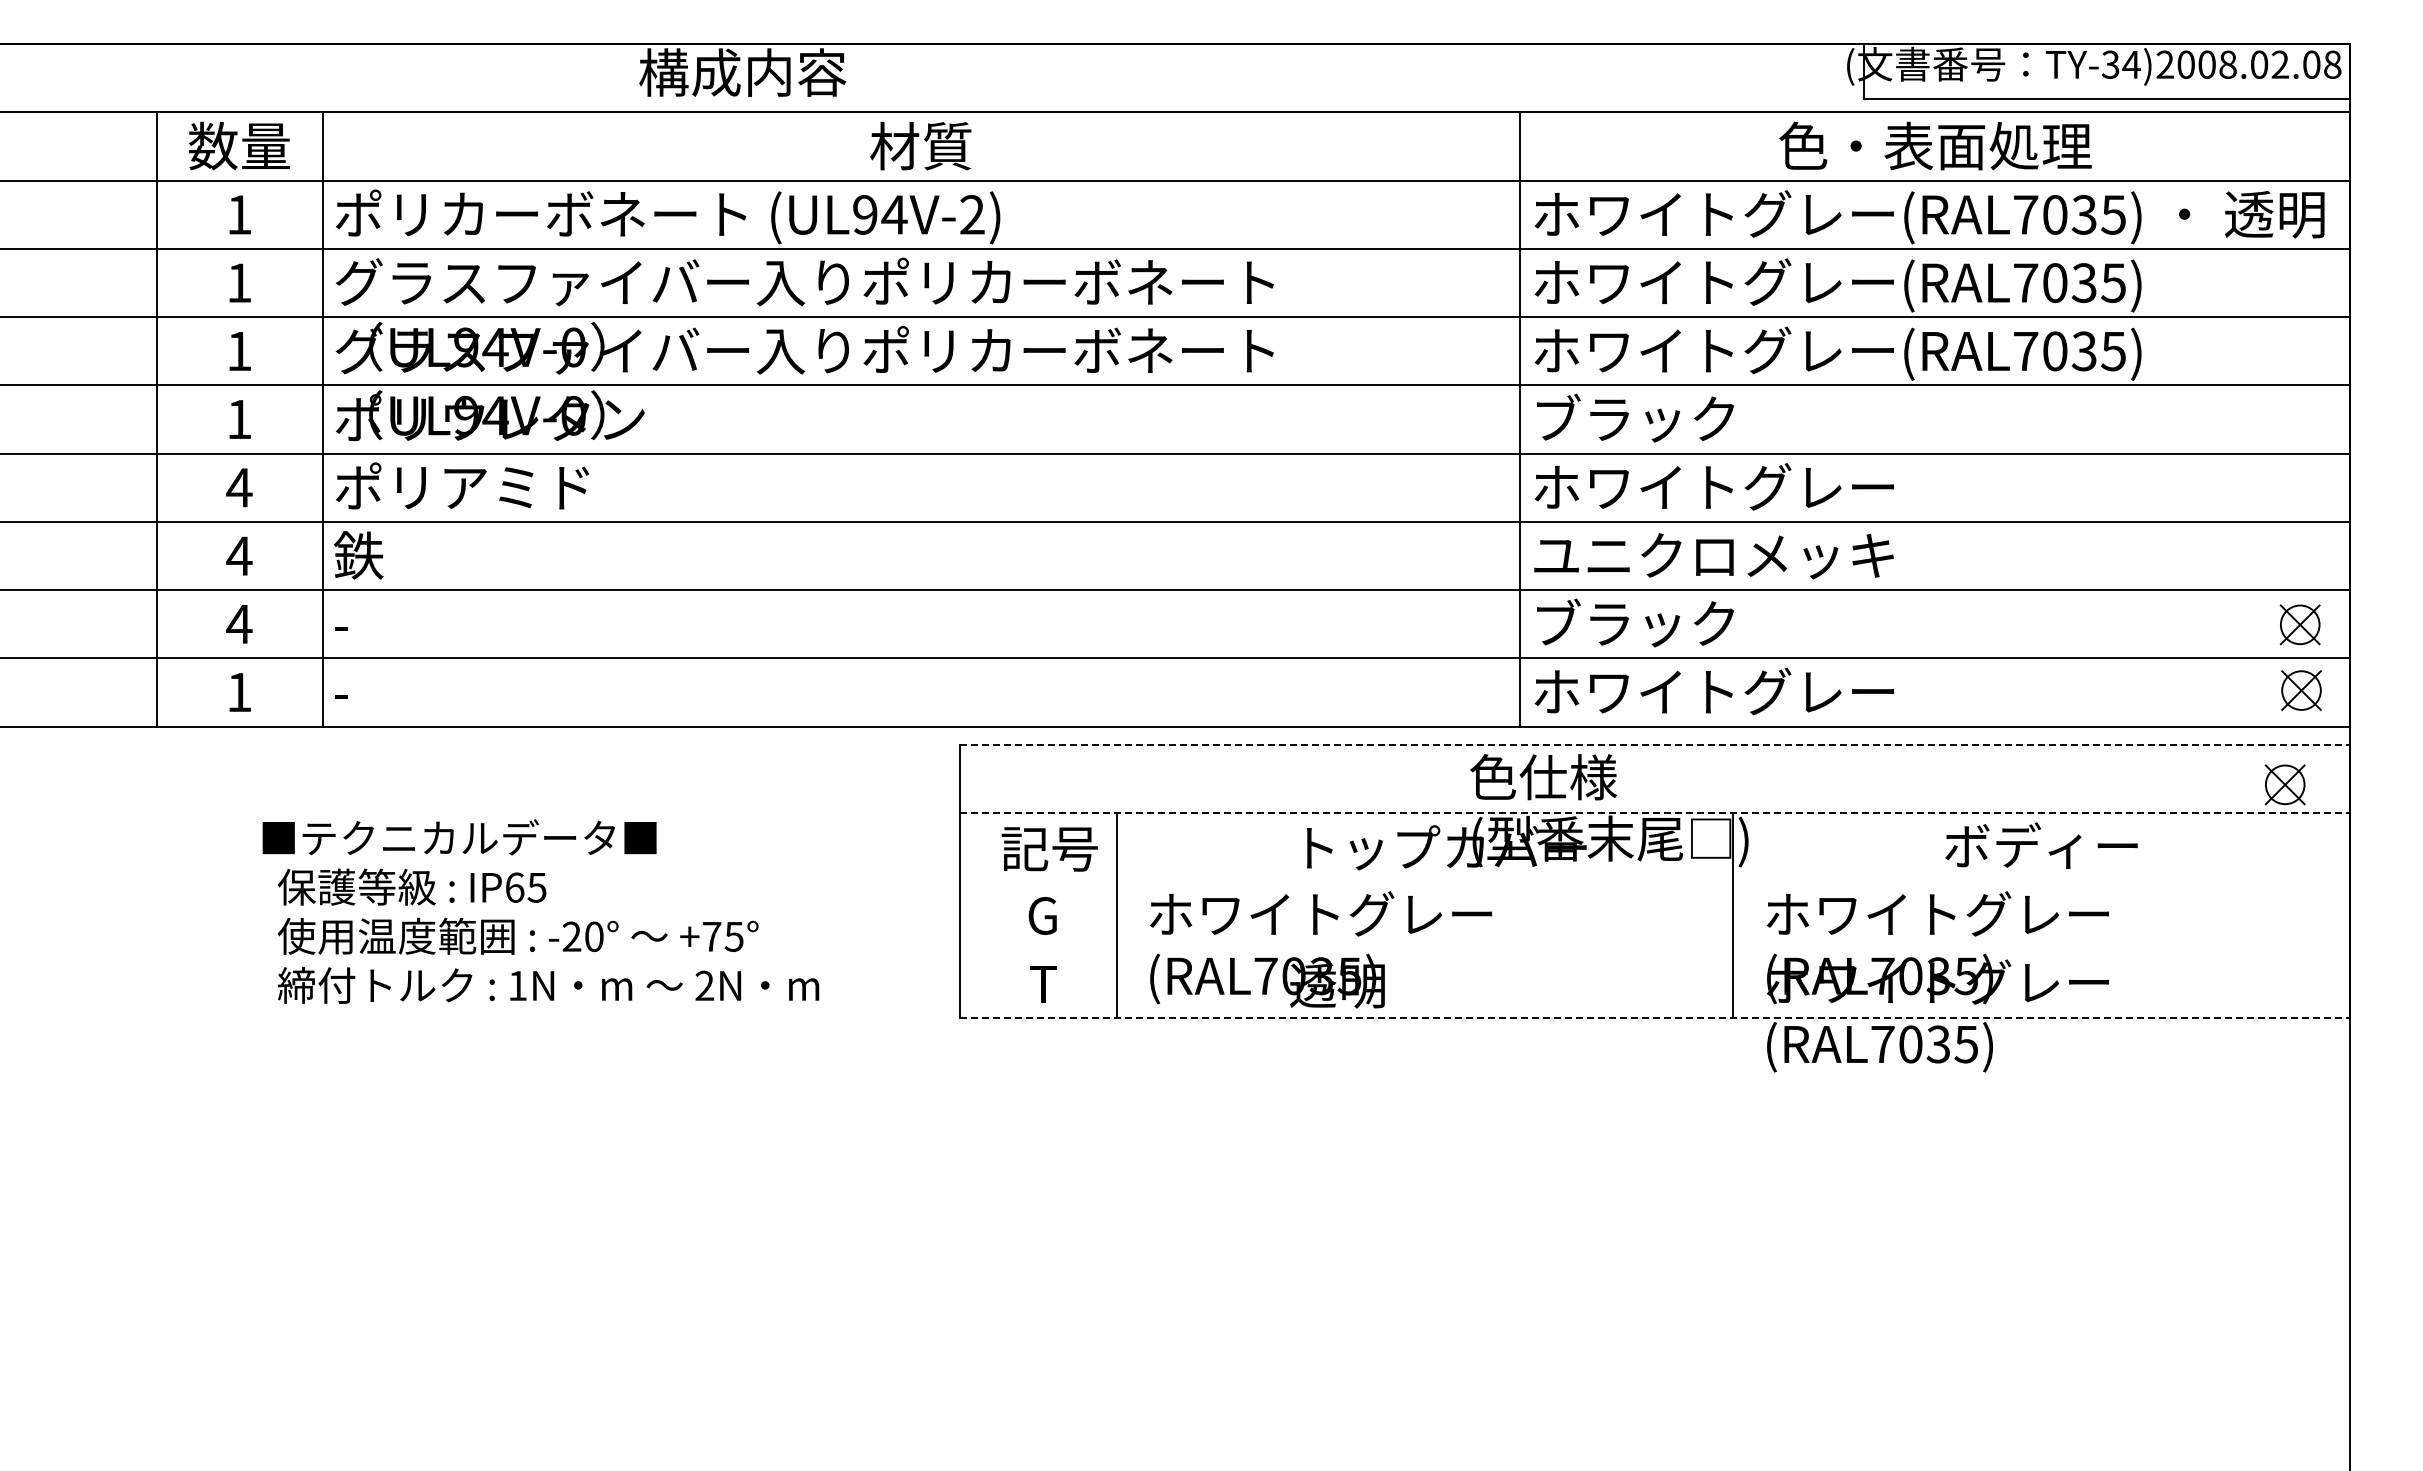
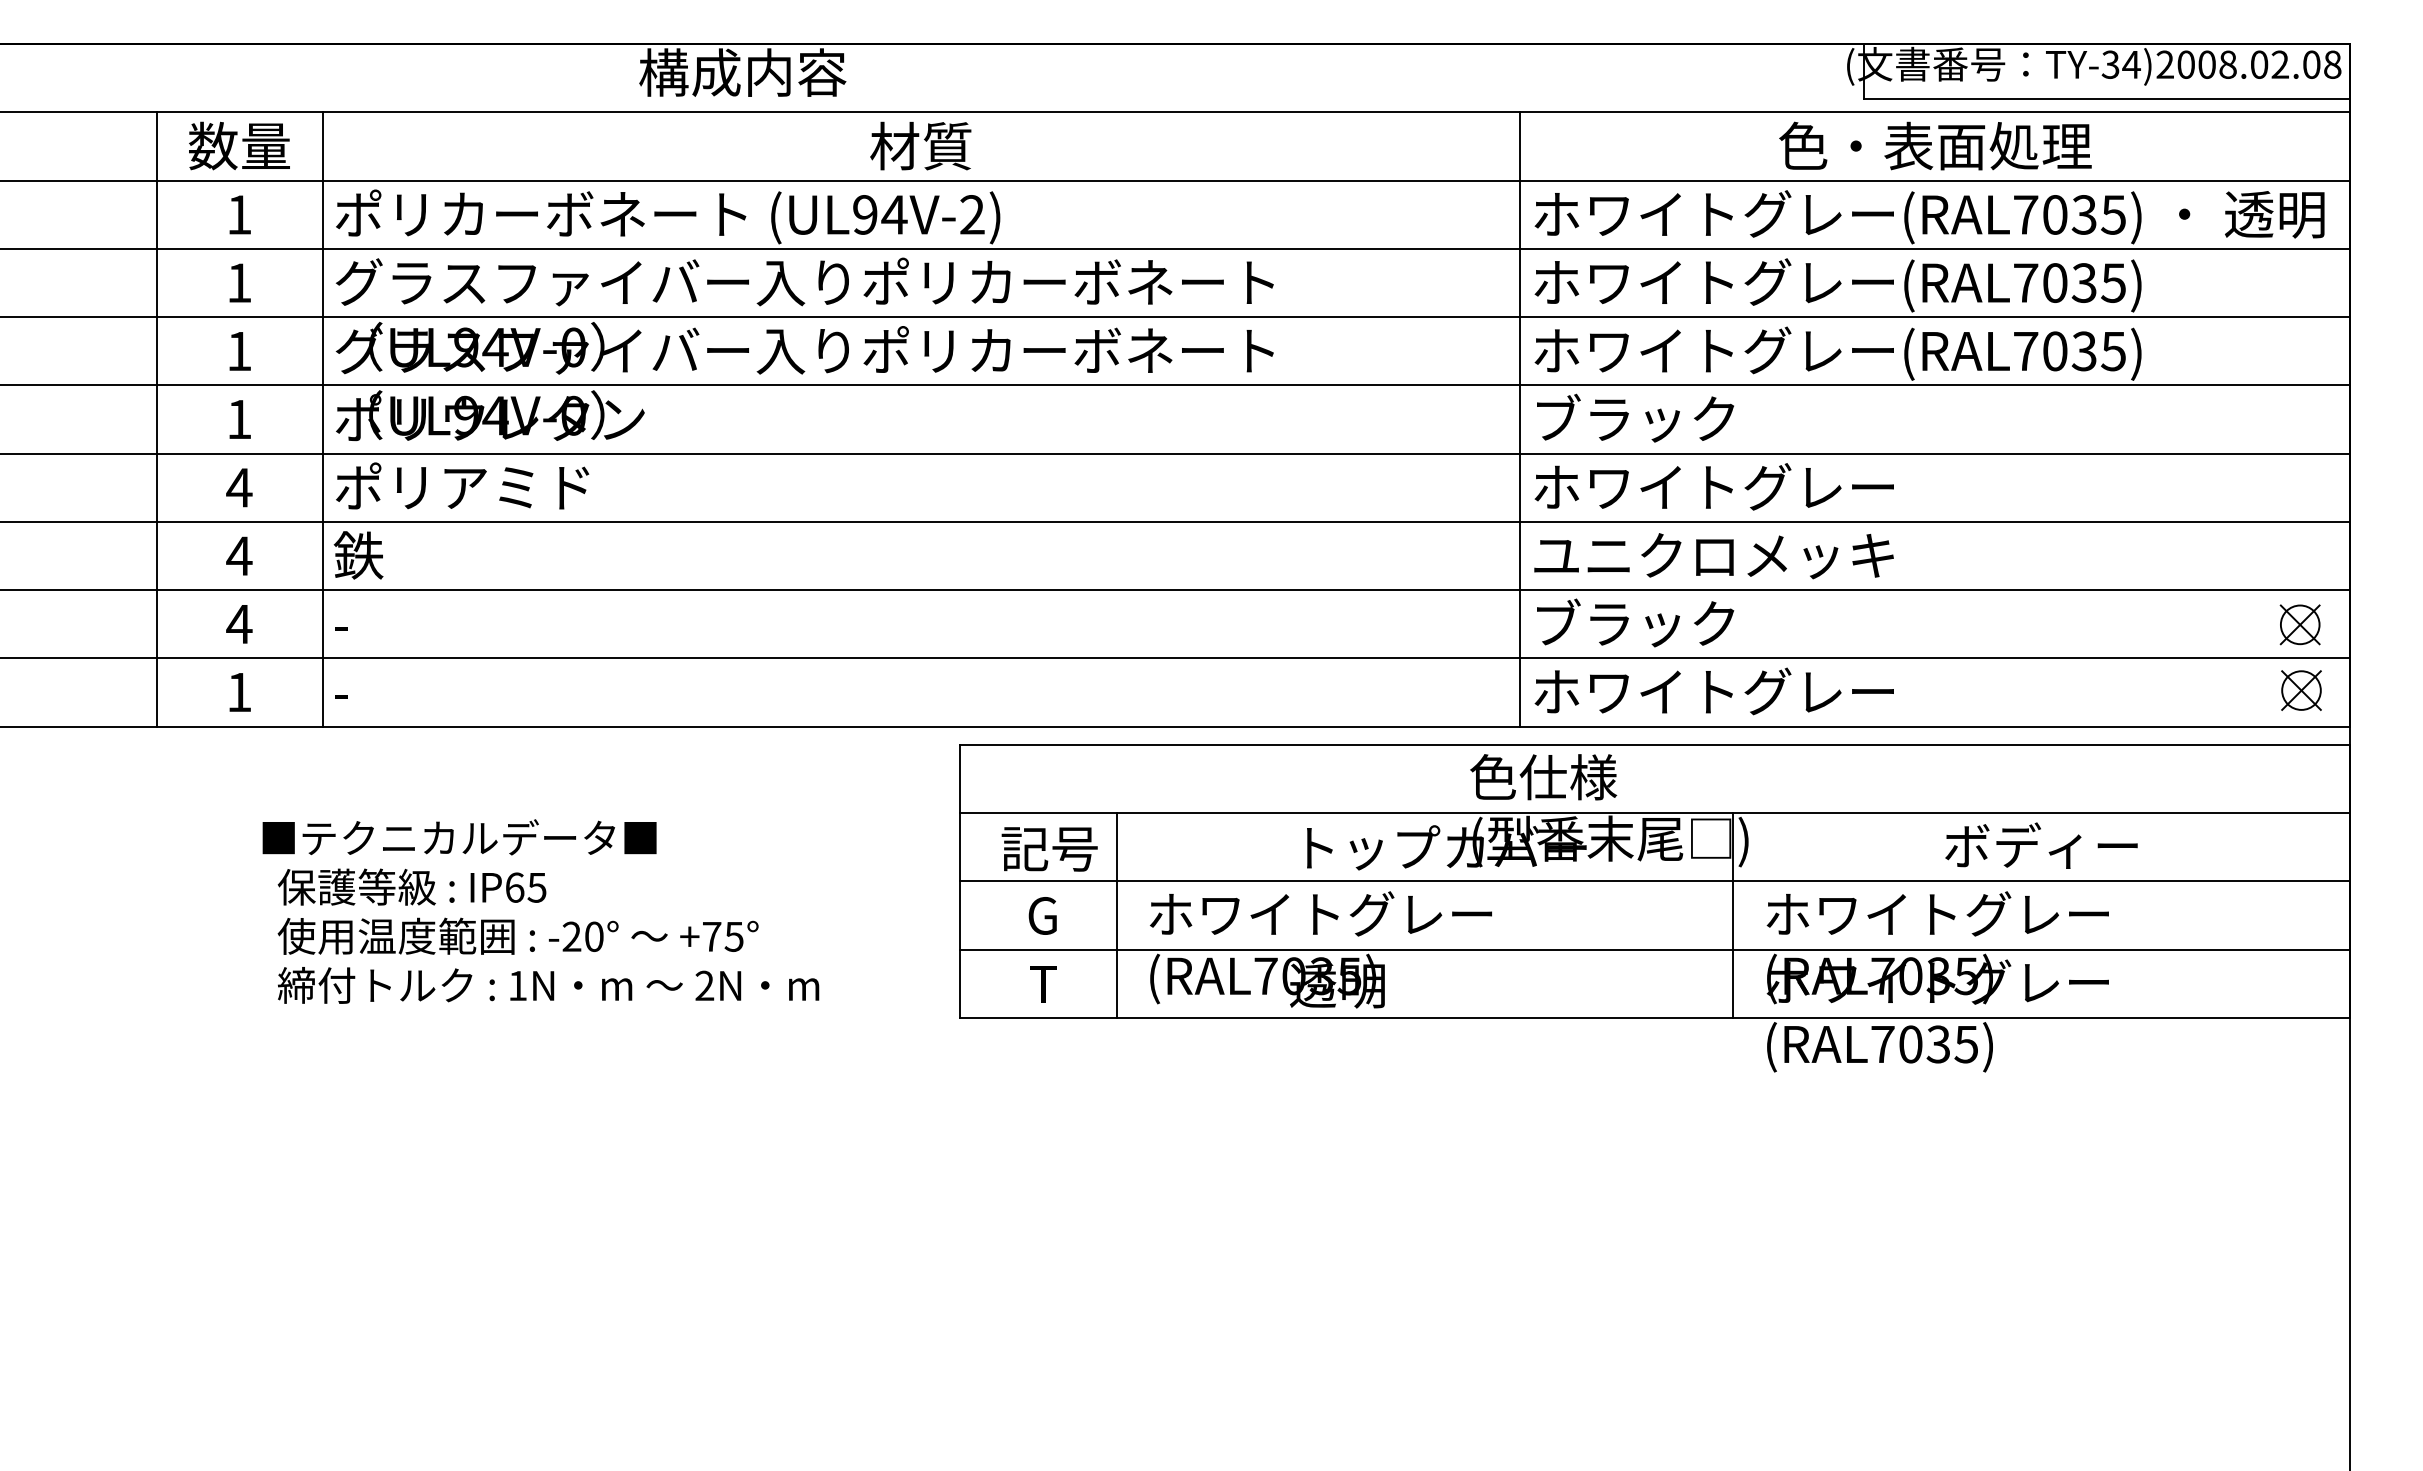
line at (1655, 744): dashed -> solid
part at (2284, 784): present -> none
line at (1655, 813): dashed -> solid
line at (1655, 881): none -> present
line at (1655, 949): none -> present
line at (1655, 1017): dashed -> solid
